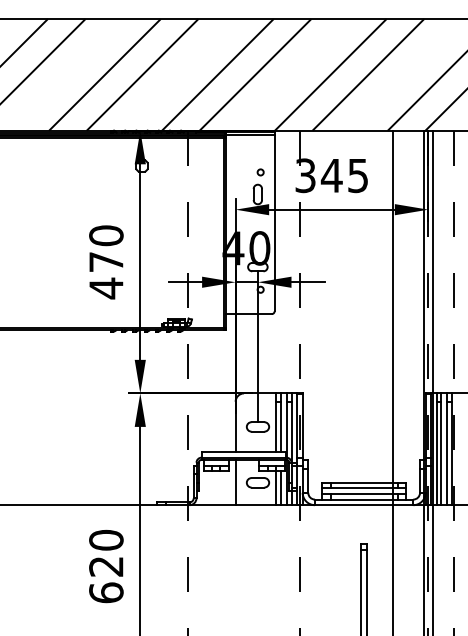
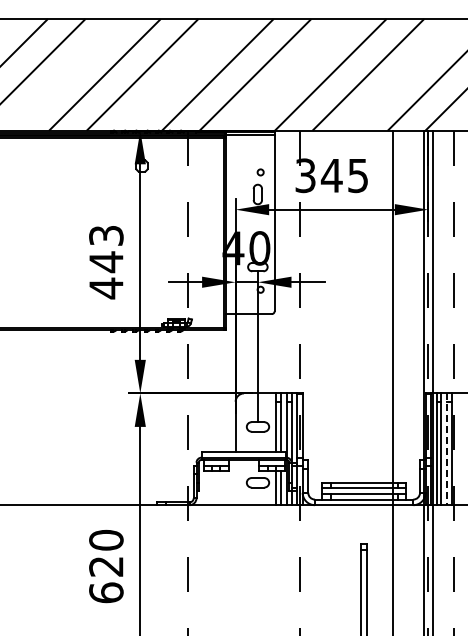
text at (106, 249): 470 -> 443
line at (446, 449): solid -> dashed
line at (235, 482): present -> none
